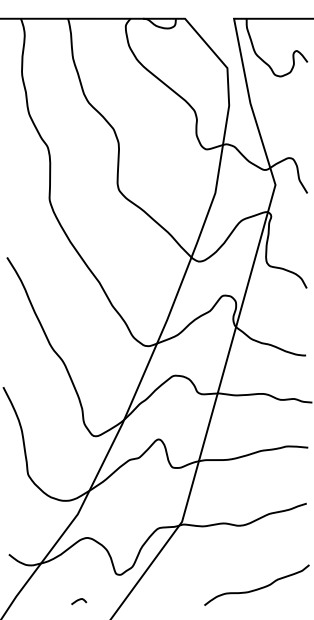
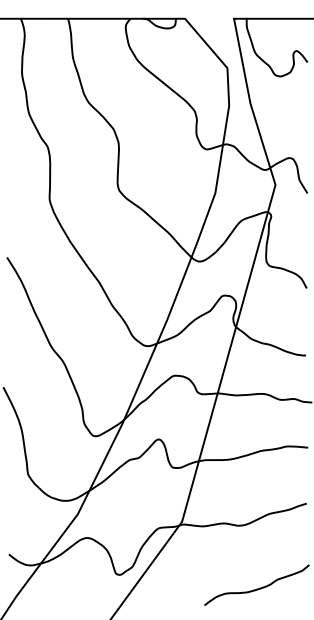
curve at (79, 600): present -> none
